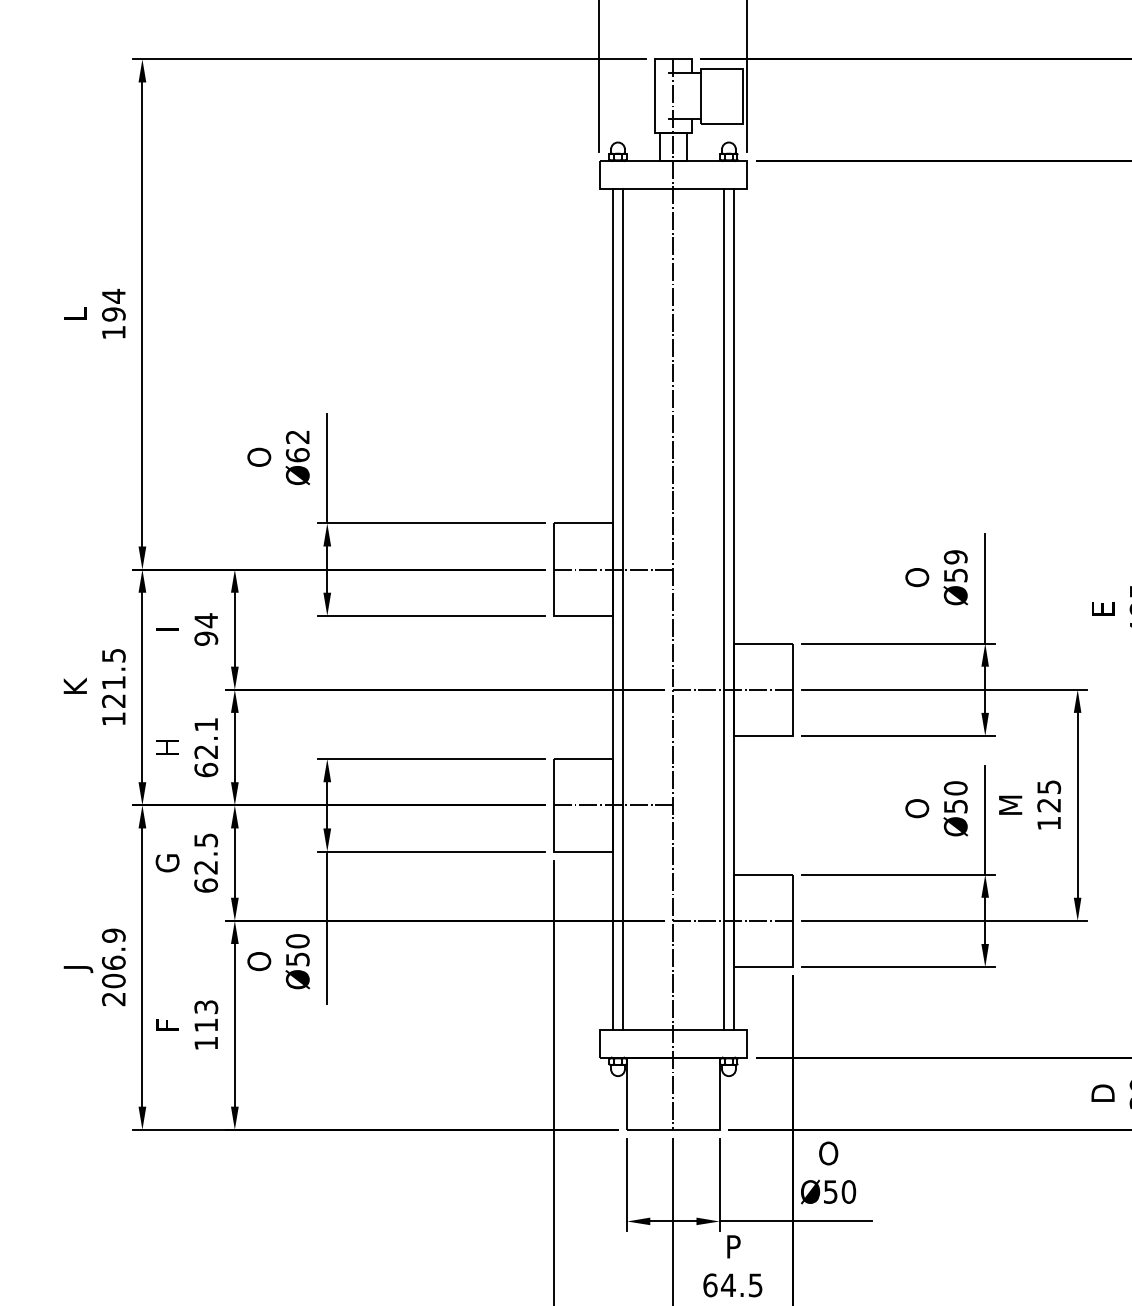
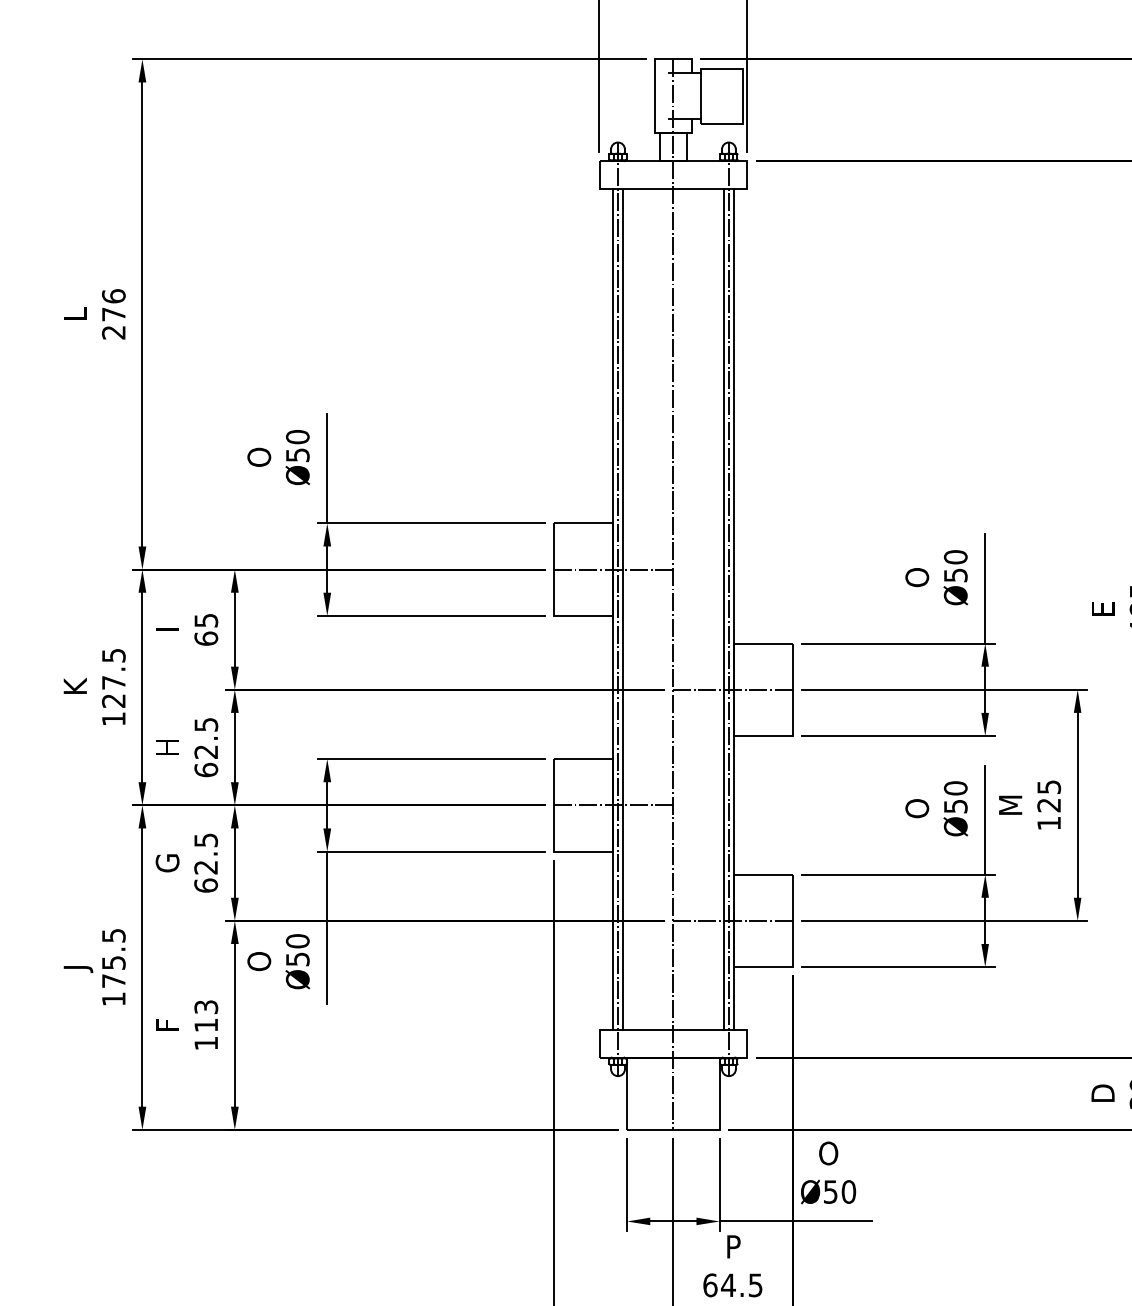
text at (113, 313): 194 -> 276
text at (297, 446): Ø62 -> Ø50
text at (955, 557): Ø59 -> Ø50
line at (618, 609): none -> present
line at (728, 609): none -> present
text at (206, 629): 94 -> 65
text at (113, 682): 121.5 -> 127.5
text at (206, 724): 62.1 -> 62.5
text at (113, 967): 206.9 -> 175.5
